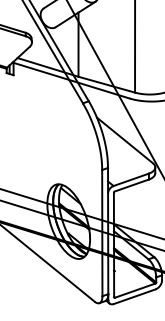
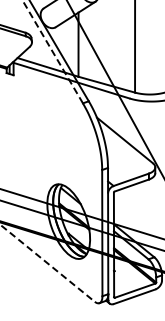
line at (52, 51): solid -> dashed
line at (47, 263): solid -> dashed
